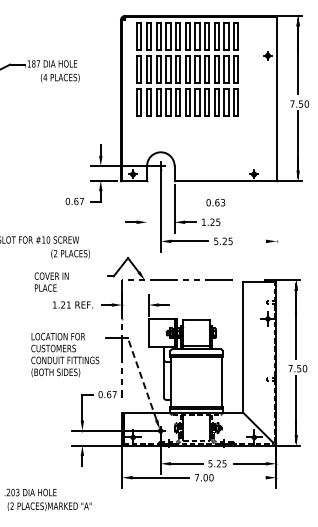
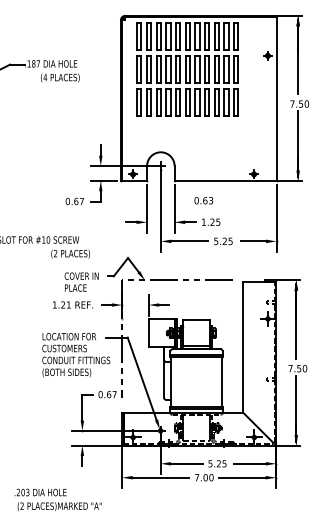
text at (215, 202) position: (215, 202) -> (203, 200)
line at (147, 208): none -> present
line at (276, 217): none -> present
line at (252, 241): none -> present
text at (51, 281) position: (51, 281) -> (81, 281)
text at (65, 355) position: (65, 355) -> (76, 355)
line at (142, 378): dashed -> solid
line at (242, 477): none -> present
text at (47, 499) position: (47, 499) -> (57, 499)
